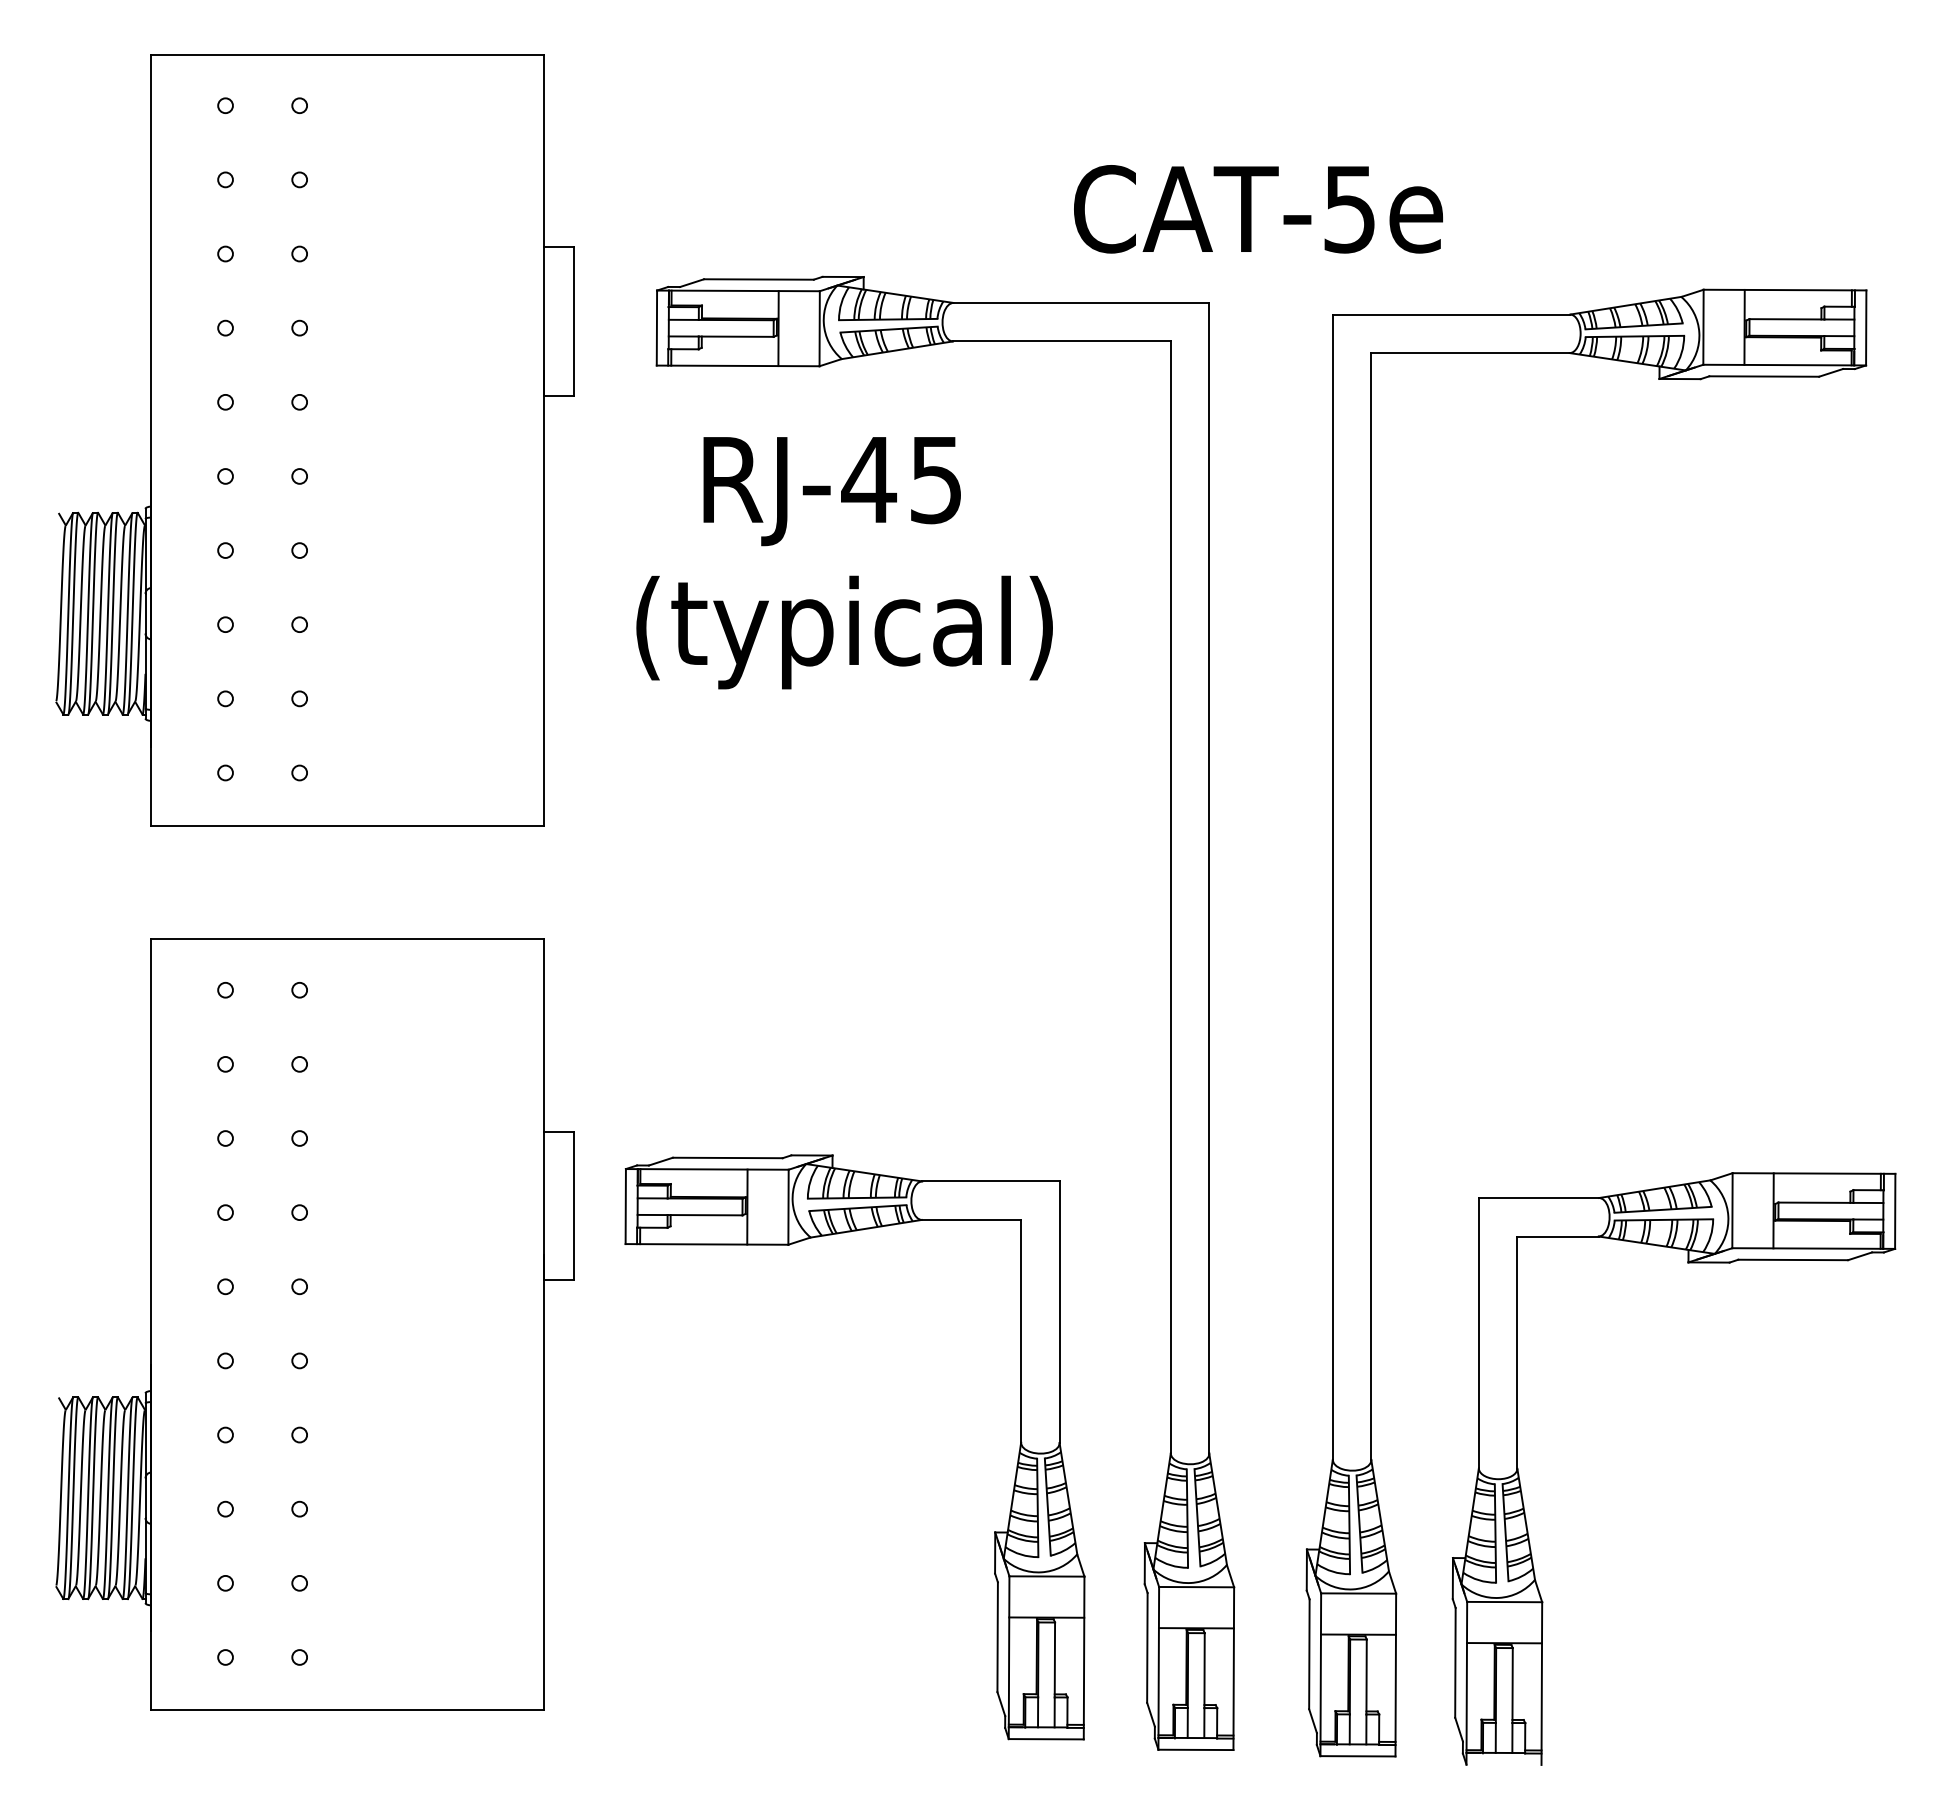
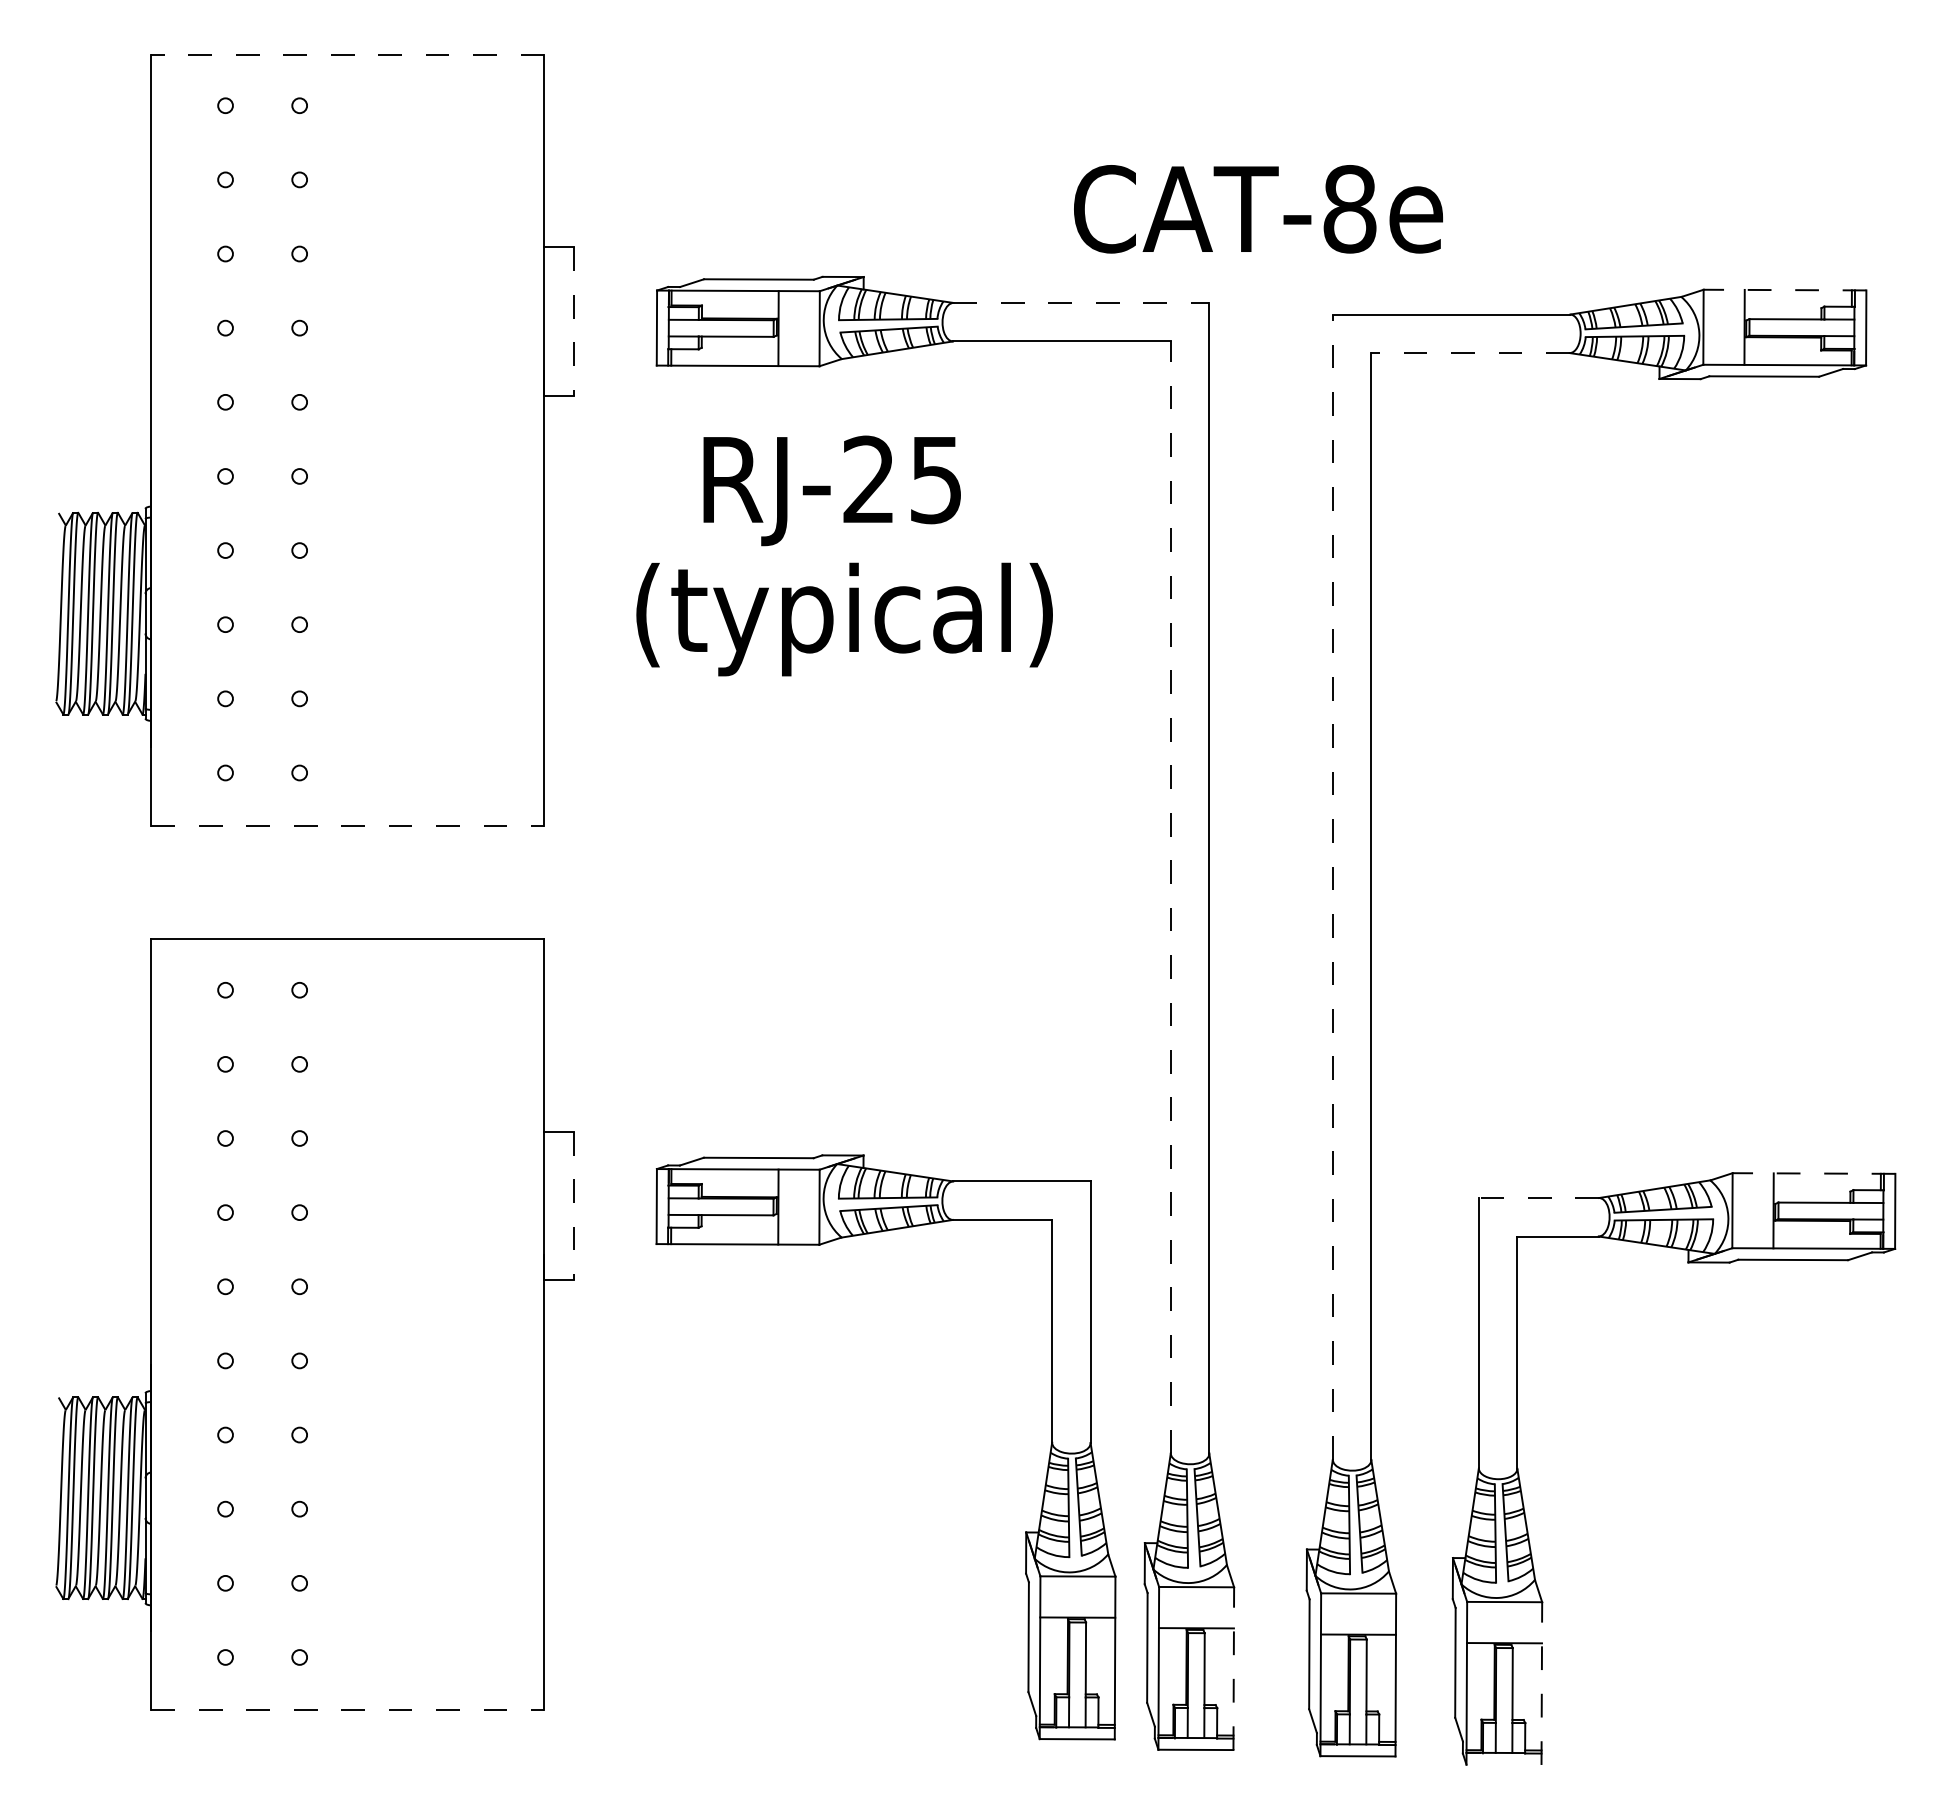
line at (347, 54): solid -> dashed
text at (1349, 209): CAT-5e -> CAT-8e
line at (1784, 290): solid -> dashed
line at (1081, 302): solid -> dashed
line at (574, 321): solid -> dashed
line at (1470, 353): solid -> dashed
text at (869, 478): RJ-45 -> RJ-25
text at (844, 632) position: (844, 632) -> (844, 619)
line at (348, 825): solid -> dashed
line at (1332, 887): solid -> dashed
line at (1170, 897): solid -> dashed
line at (1813, 1173): solid -> dashed
line at (1538, 1198): solid -> dashed
line at (574, 1206): solid -> dashed
part at (1015, 1471) position: (1015, 1471) -> (1046, 1471)
line at (1233, 1668): solid -> dashed
line at (1541, 1683): solid -> dashed
line at (348, 1710): solid -> dashed
